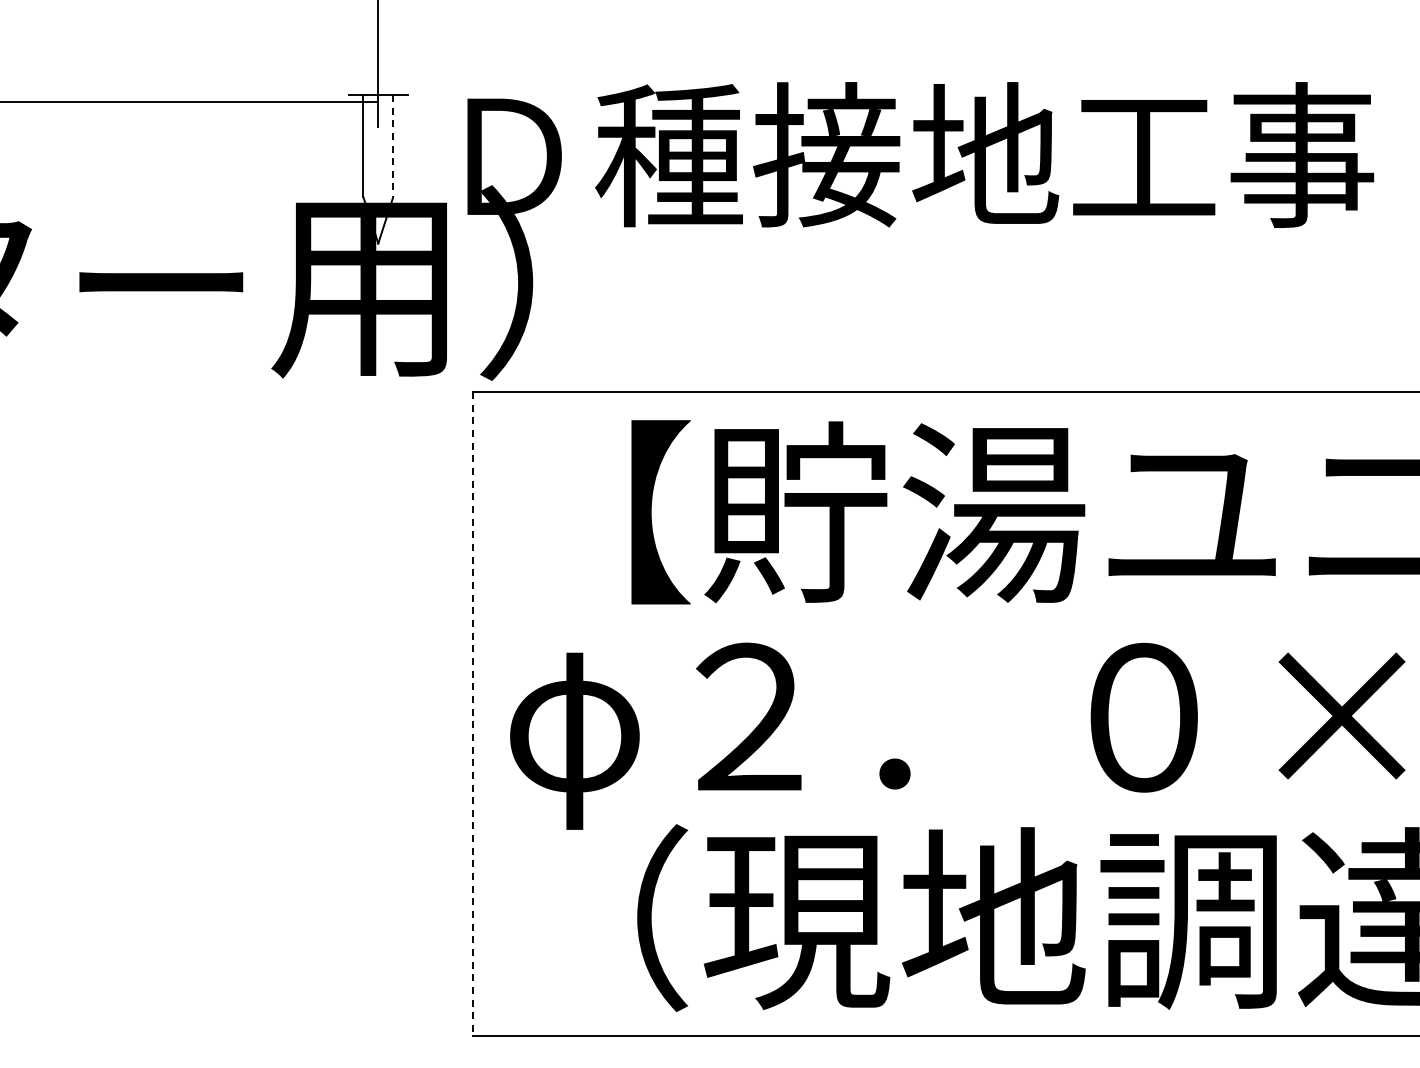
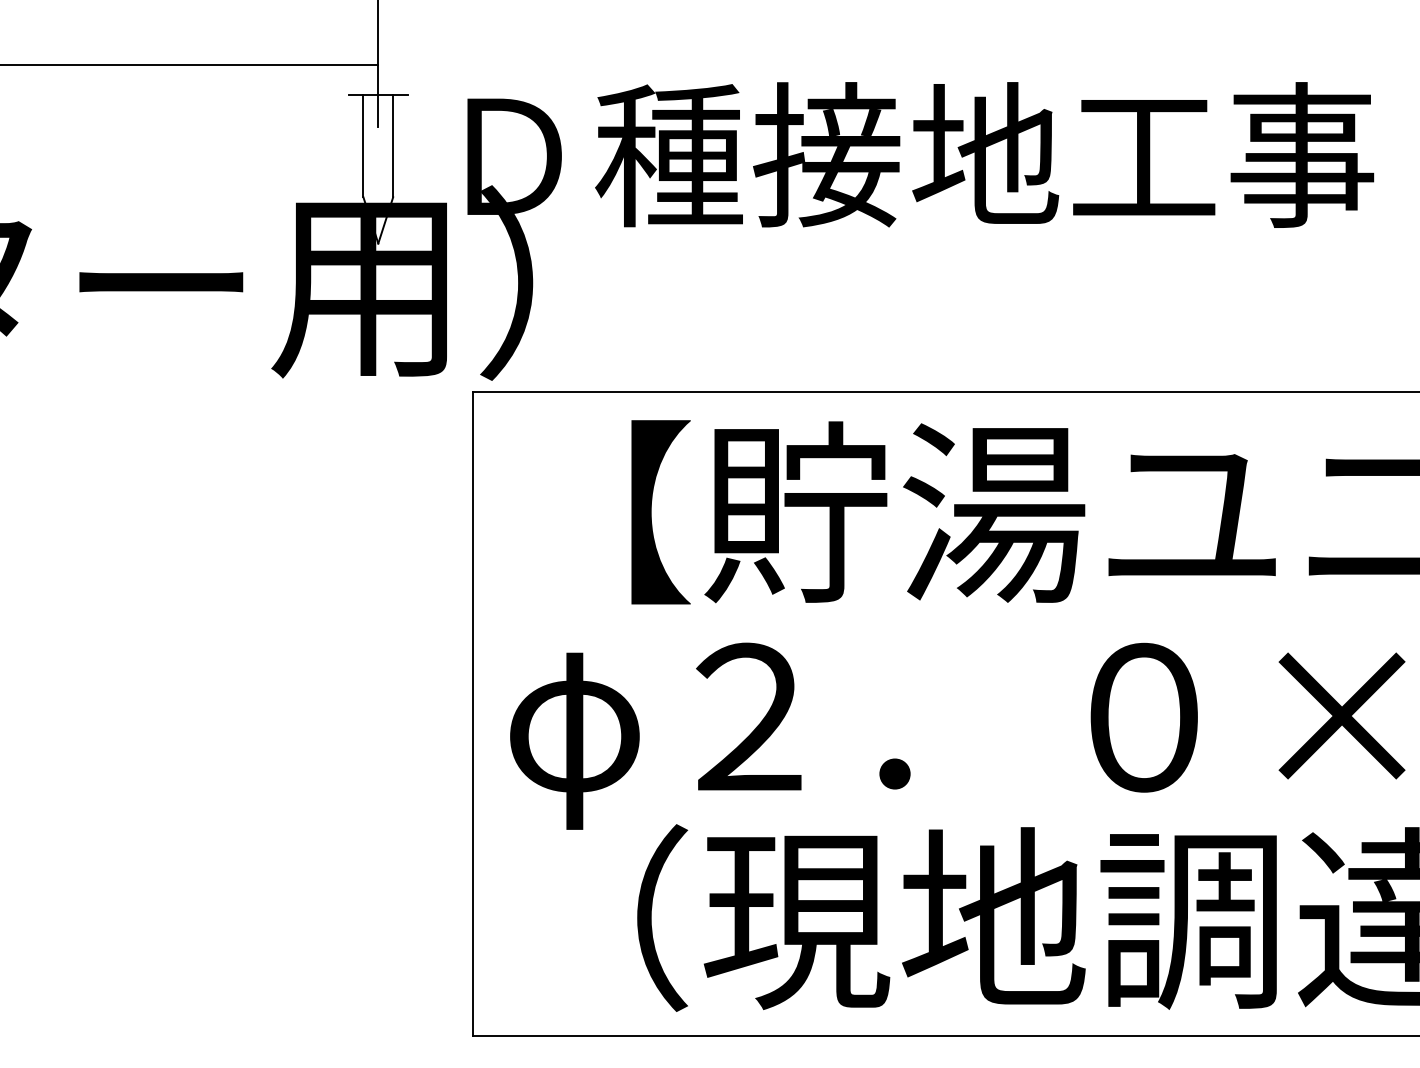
line at (190, 102) position: (190, 102) -> (190, 65)
line at (393, 146): dashed -> solid
line at (473, 713): dashed -> solid
